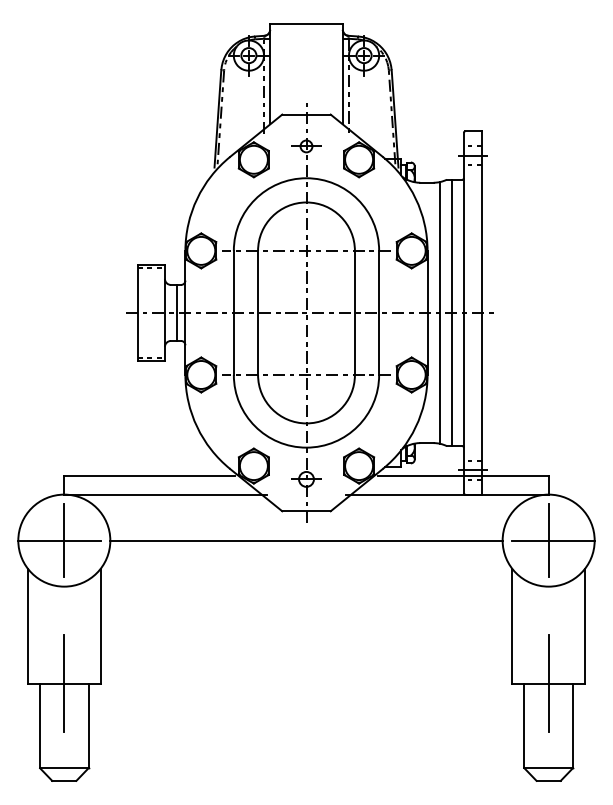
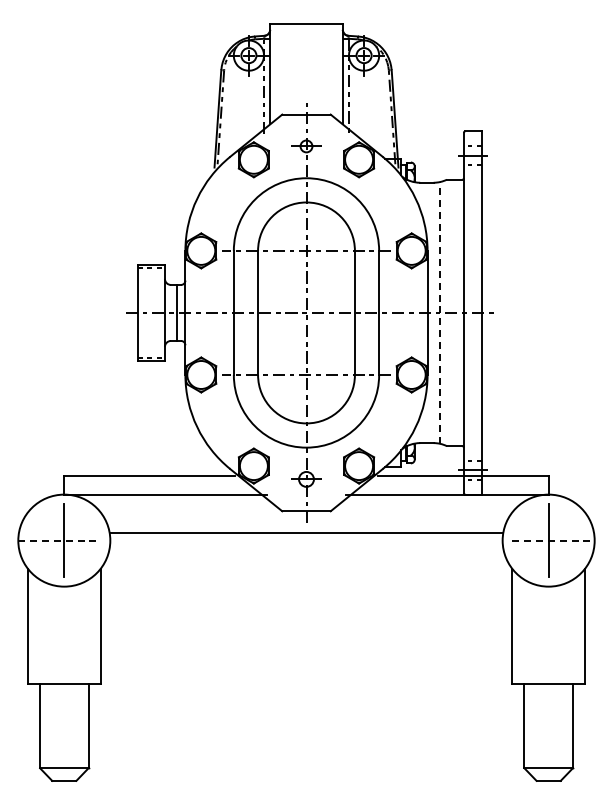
line at (439, 312): solid -> dashed
line at (451, 312): present -> none
line at (59, 540): solid -> dashed
line at (306, 540) position: (306, 540) -> (306, 532)
line at (554, 540): solid -> dashed
line at (64, 683): present -> none
line at (548, 683): present -> none
